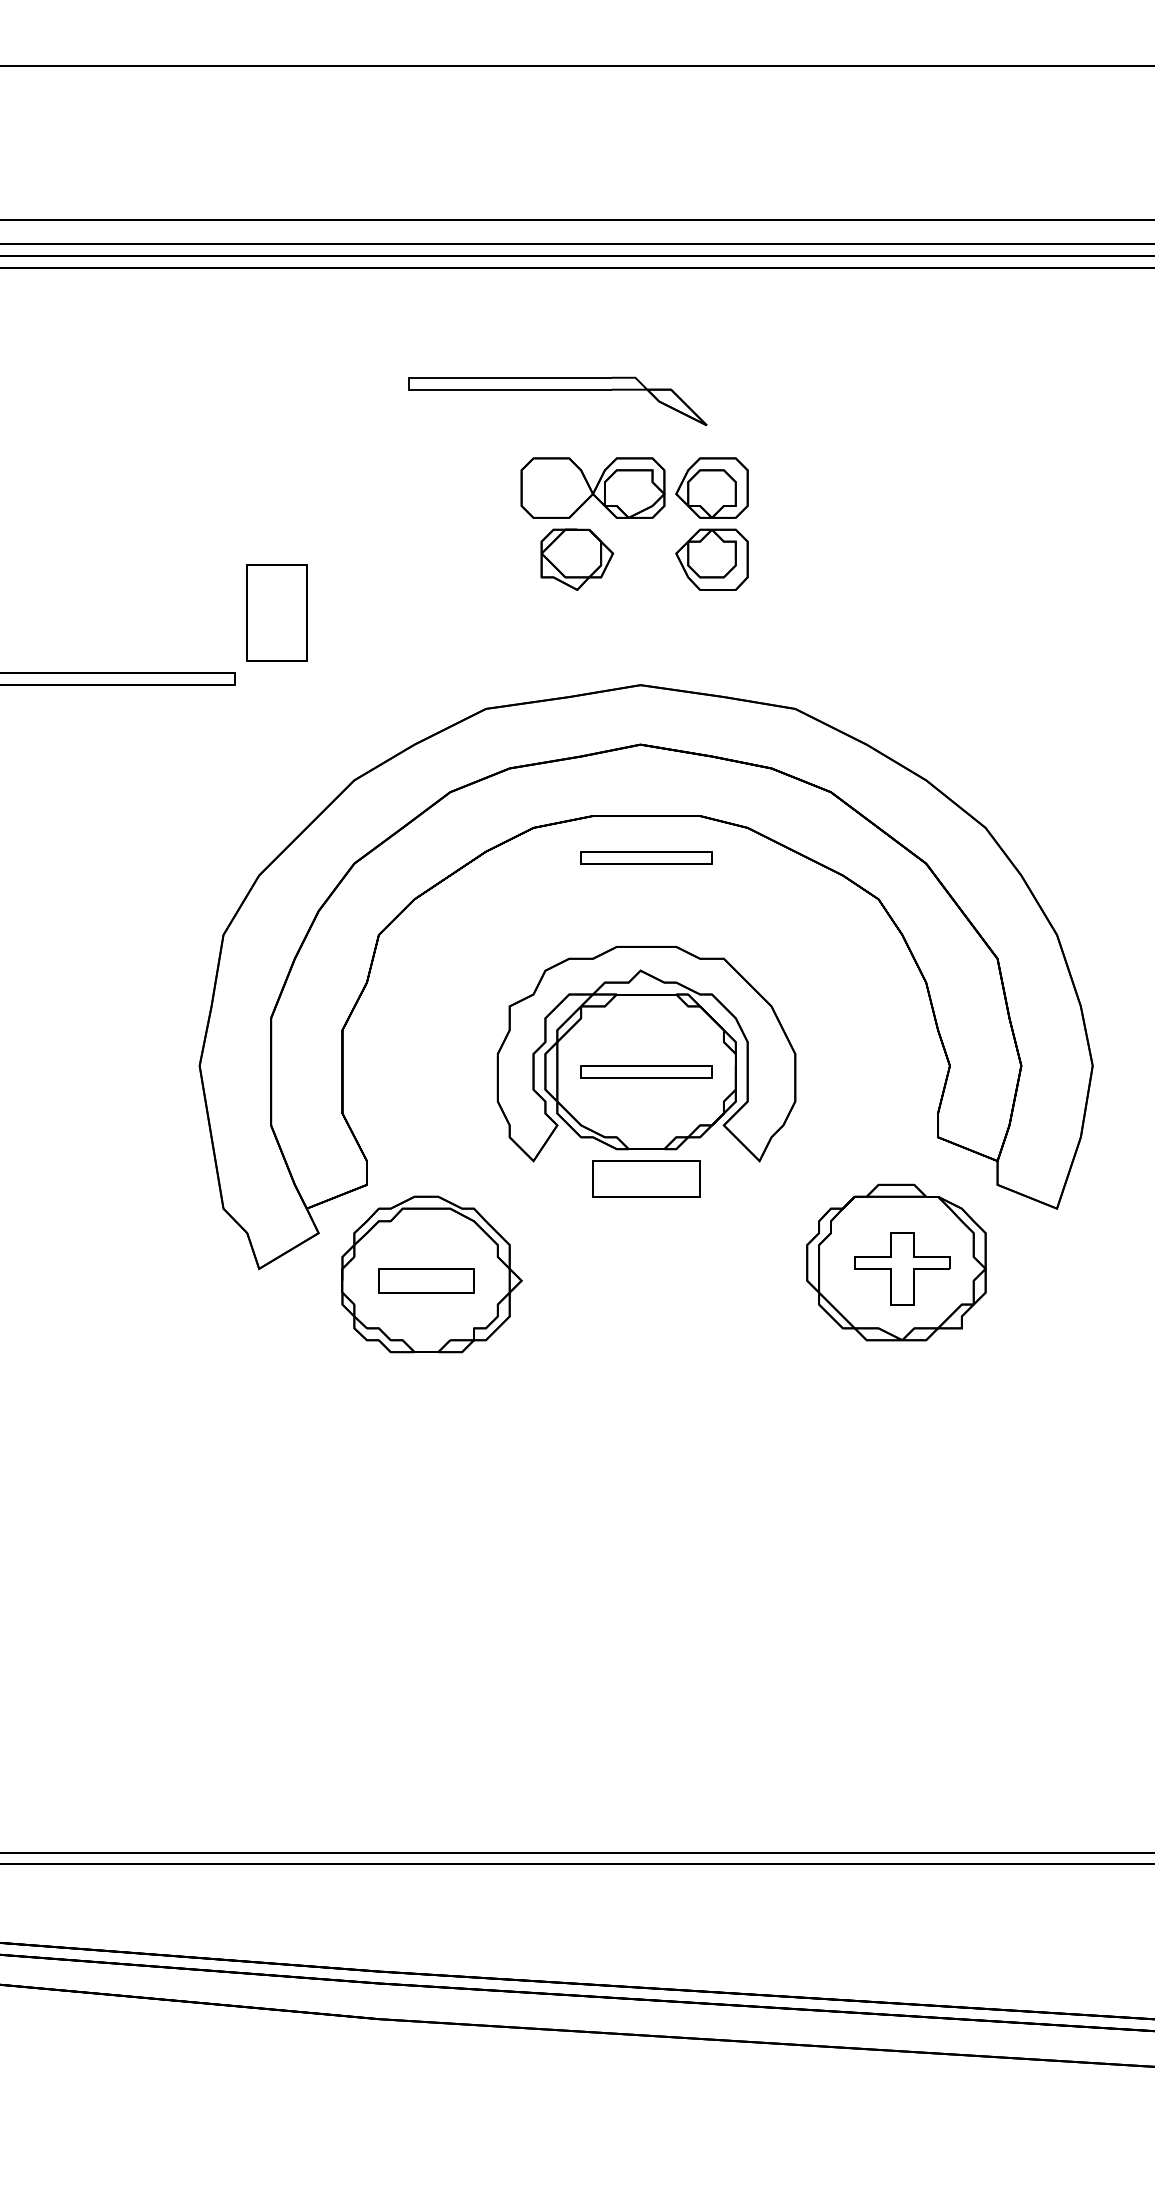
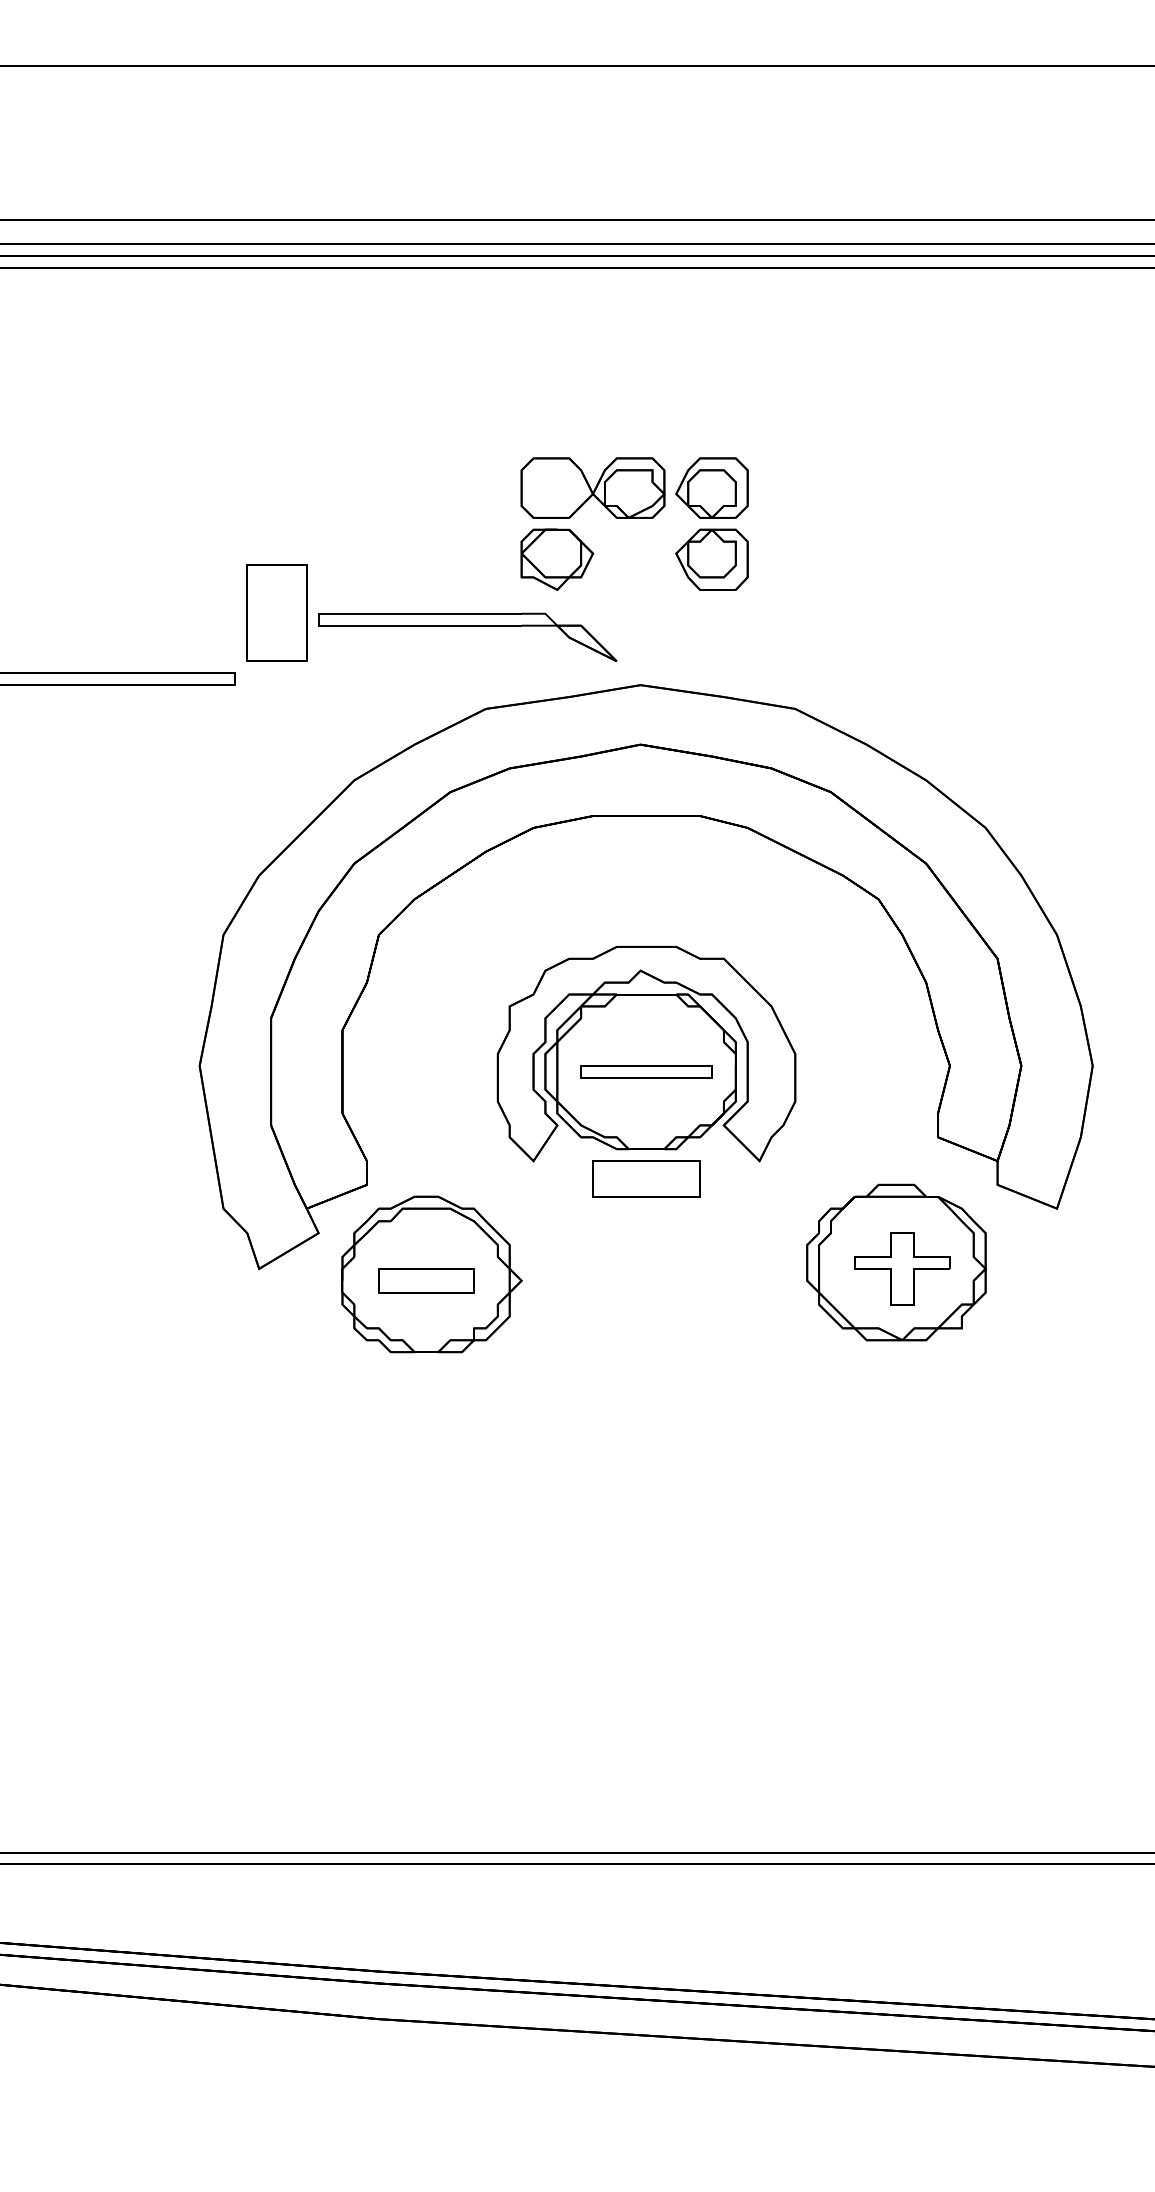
part at (557, 390) position: (557, 390) -> (467, 626)
part at (577, 559) position: (577, 559) -> (557, 559)
part at (646, 857): present -> none
